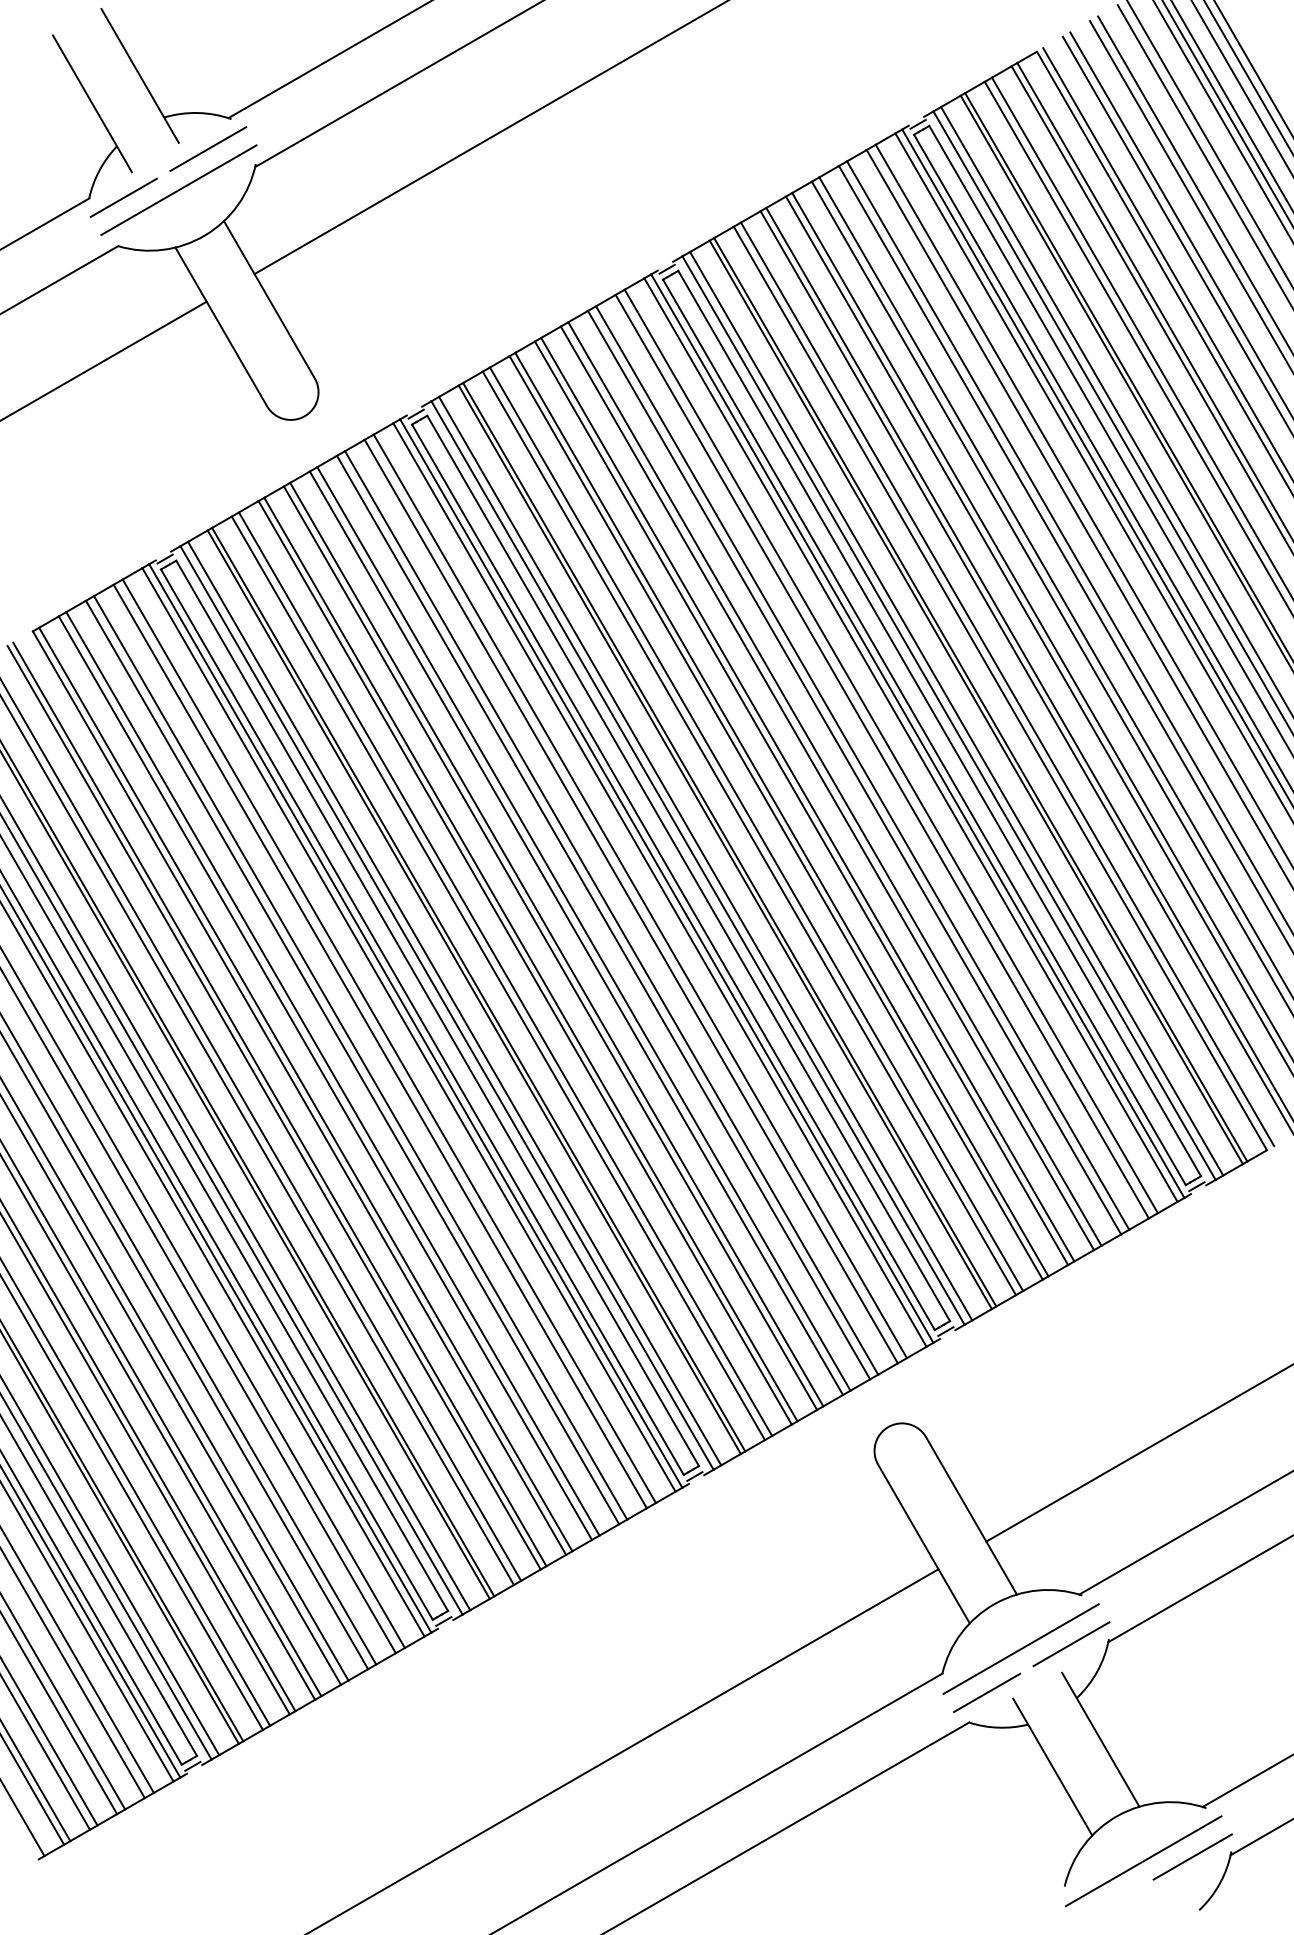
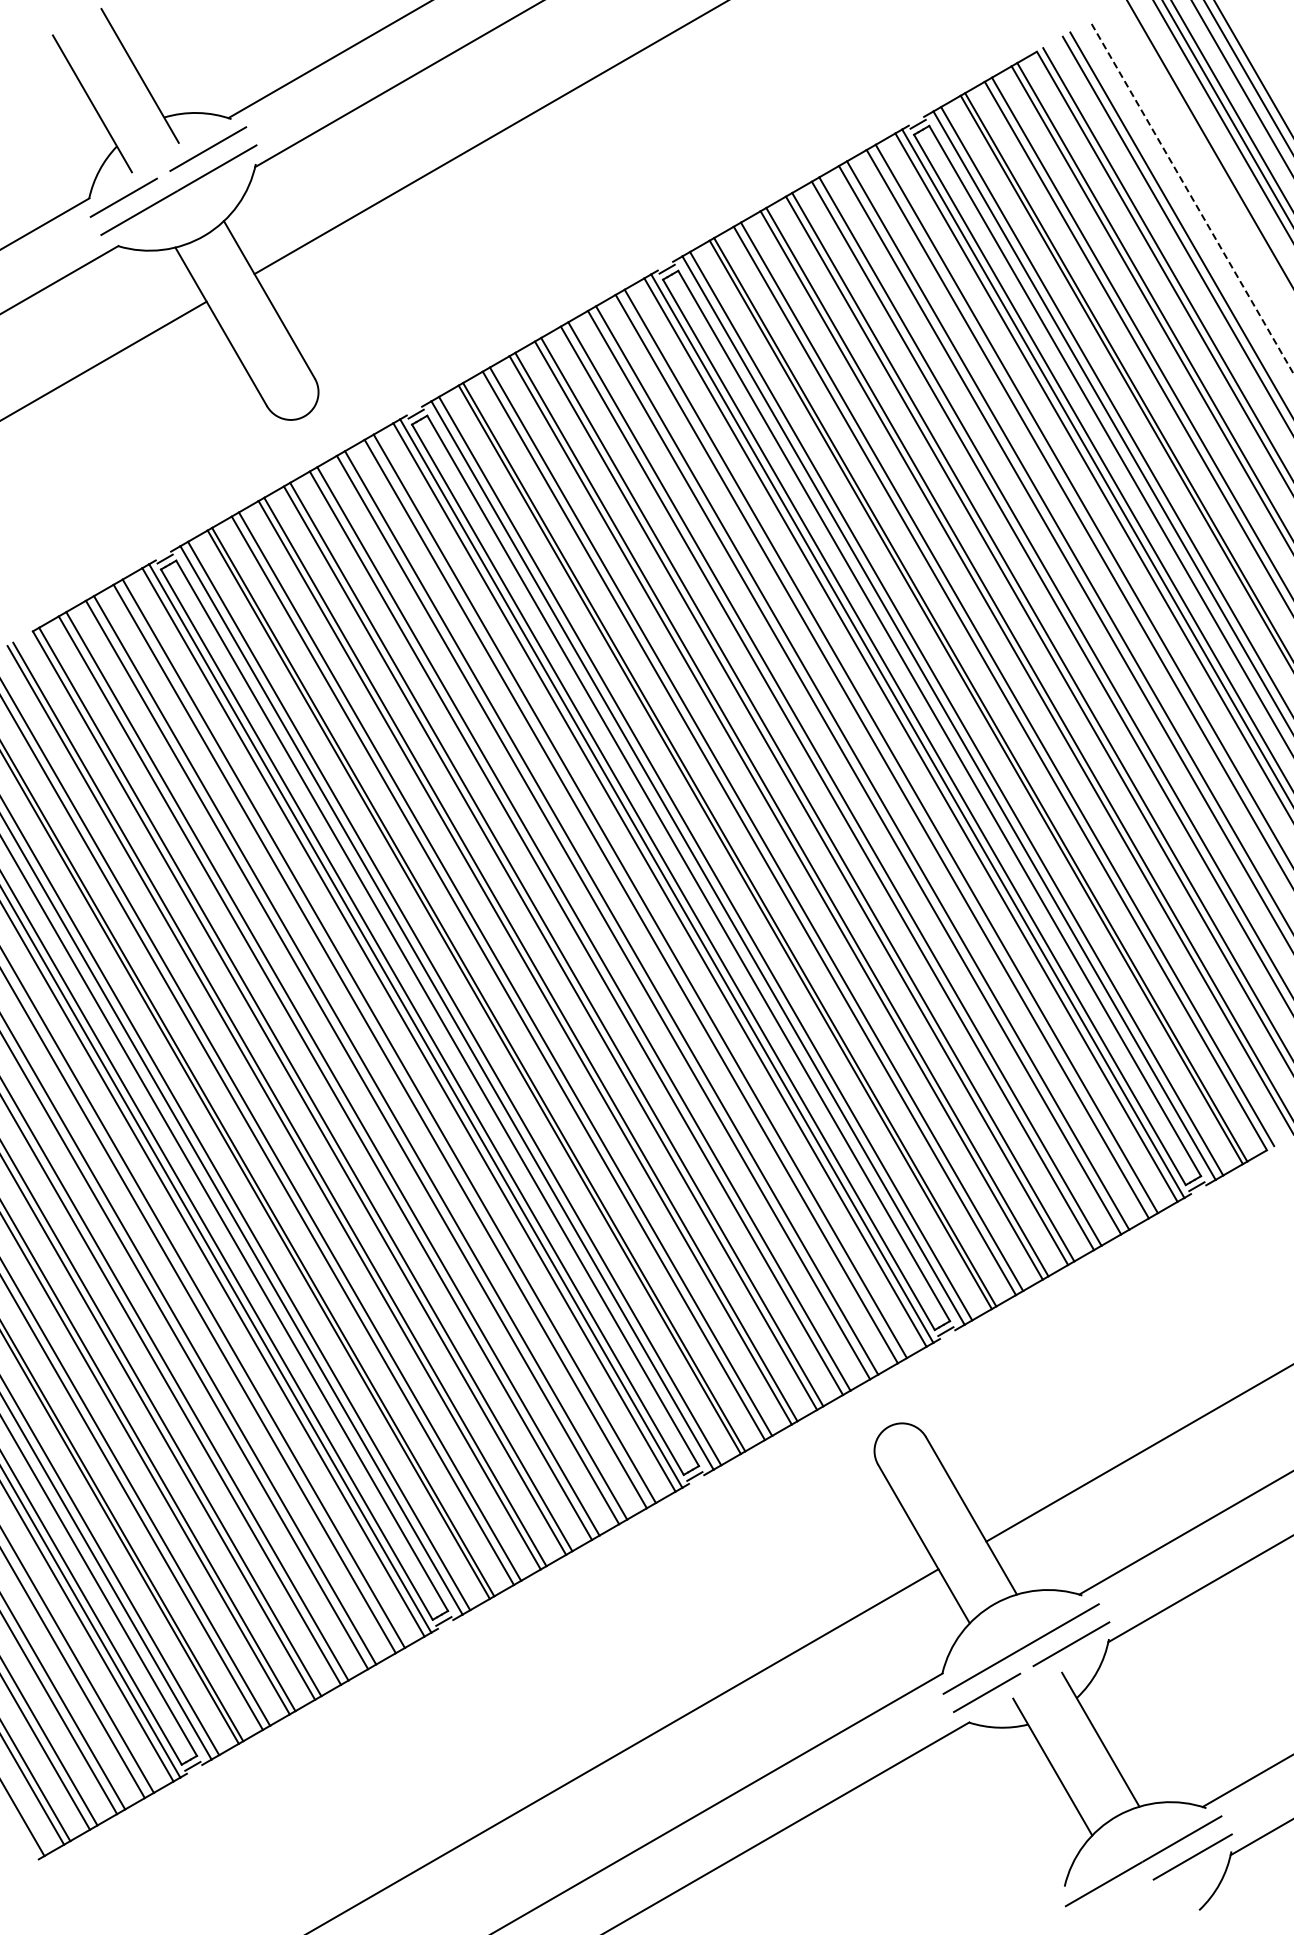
line at (1203, 154): present -> none
line at (1194, 182): present -> none
line at (1191, 197): solid -> dashed
